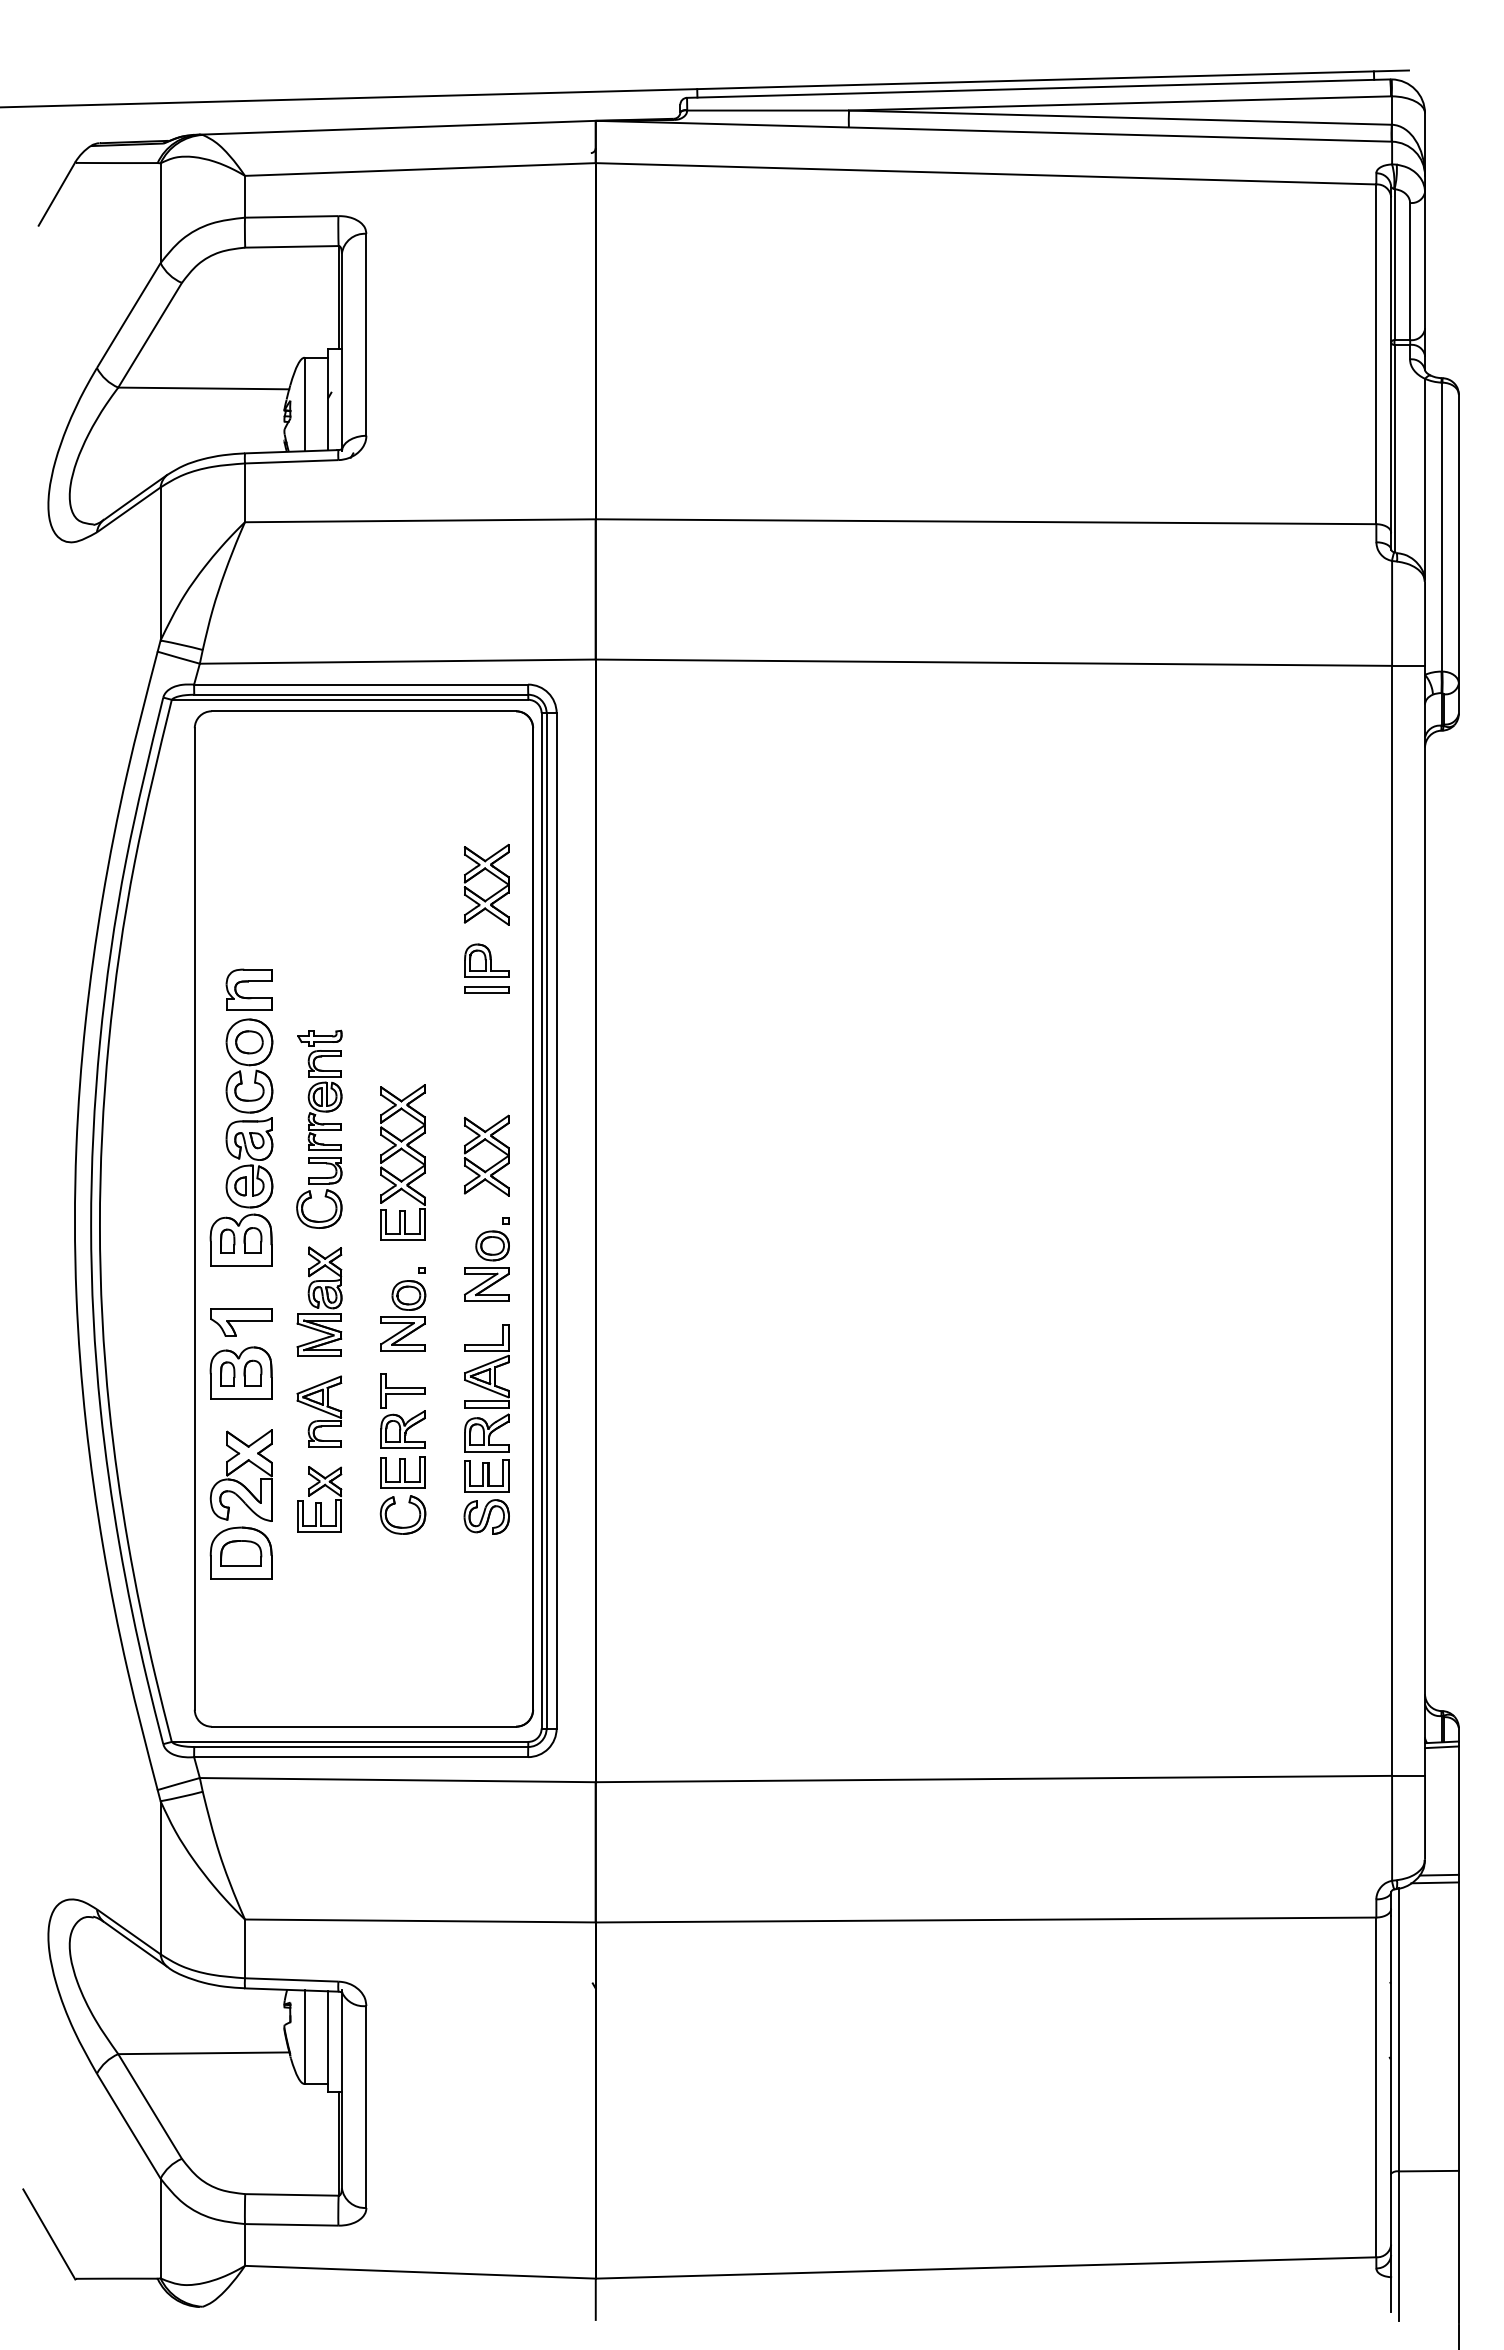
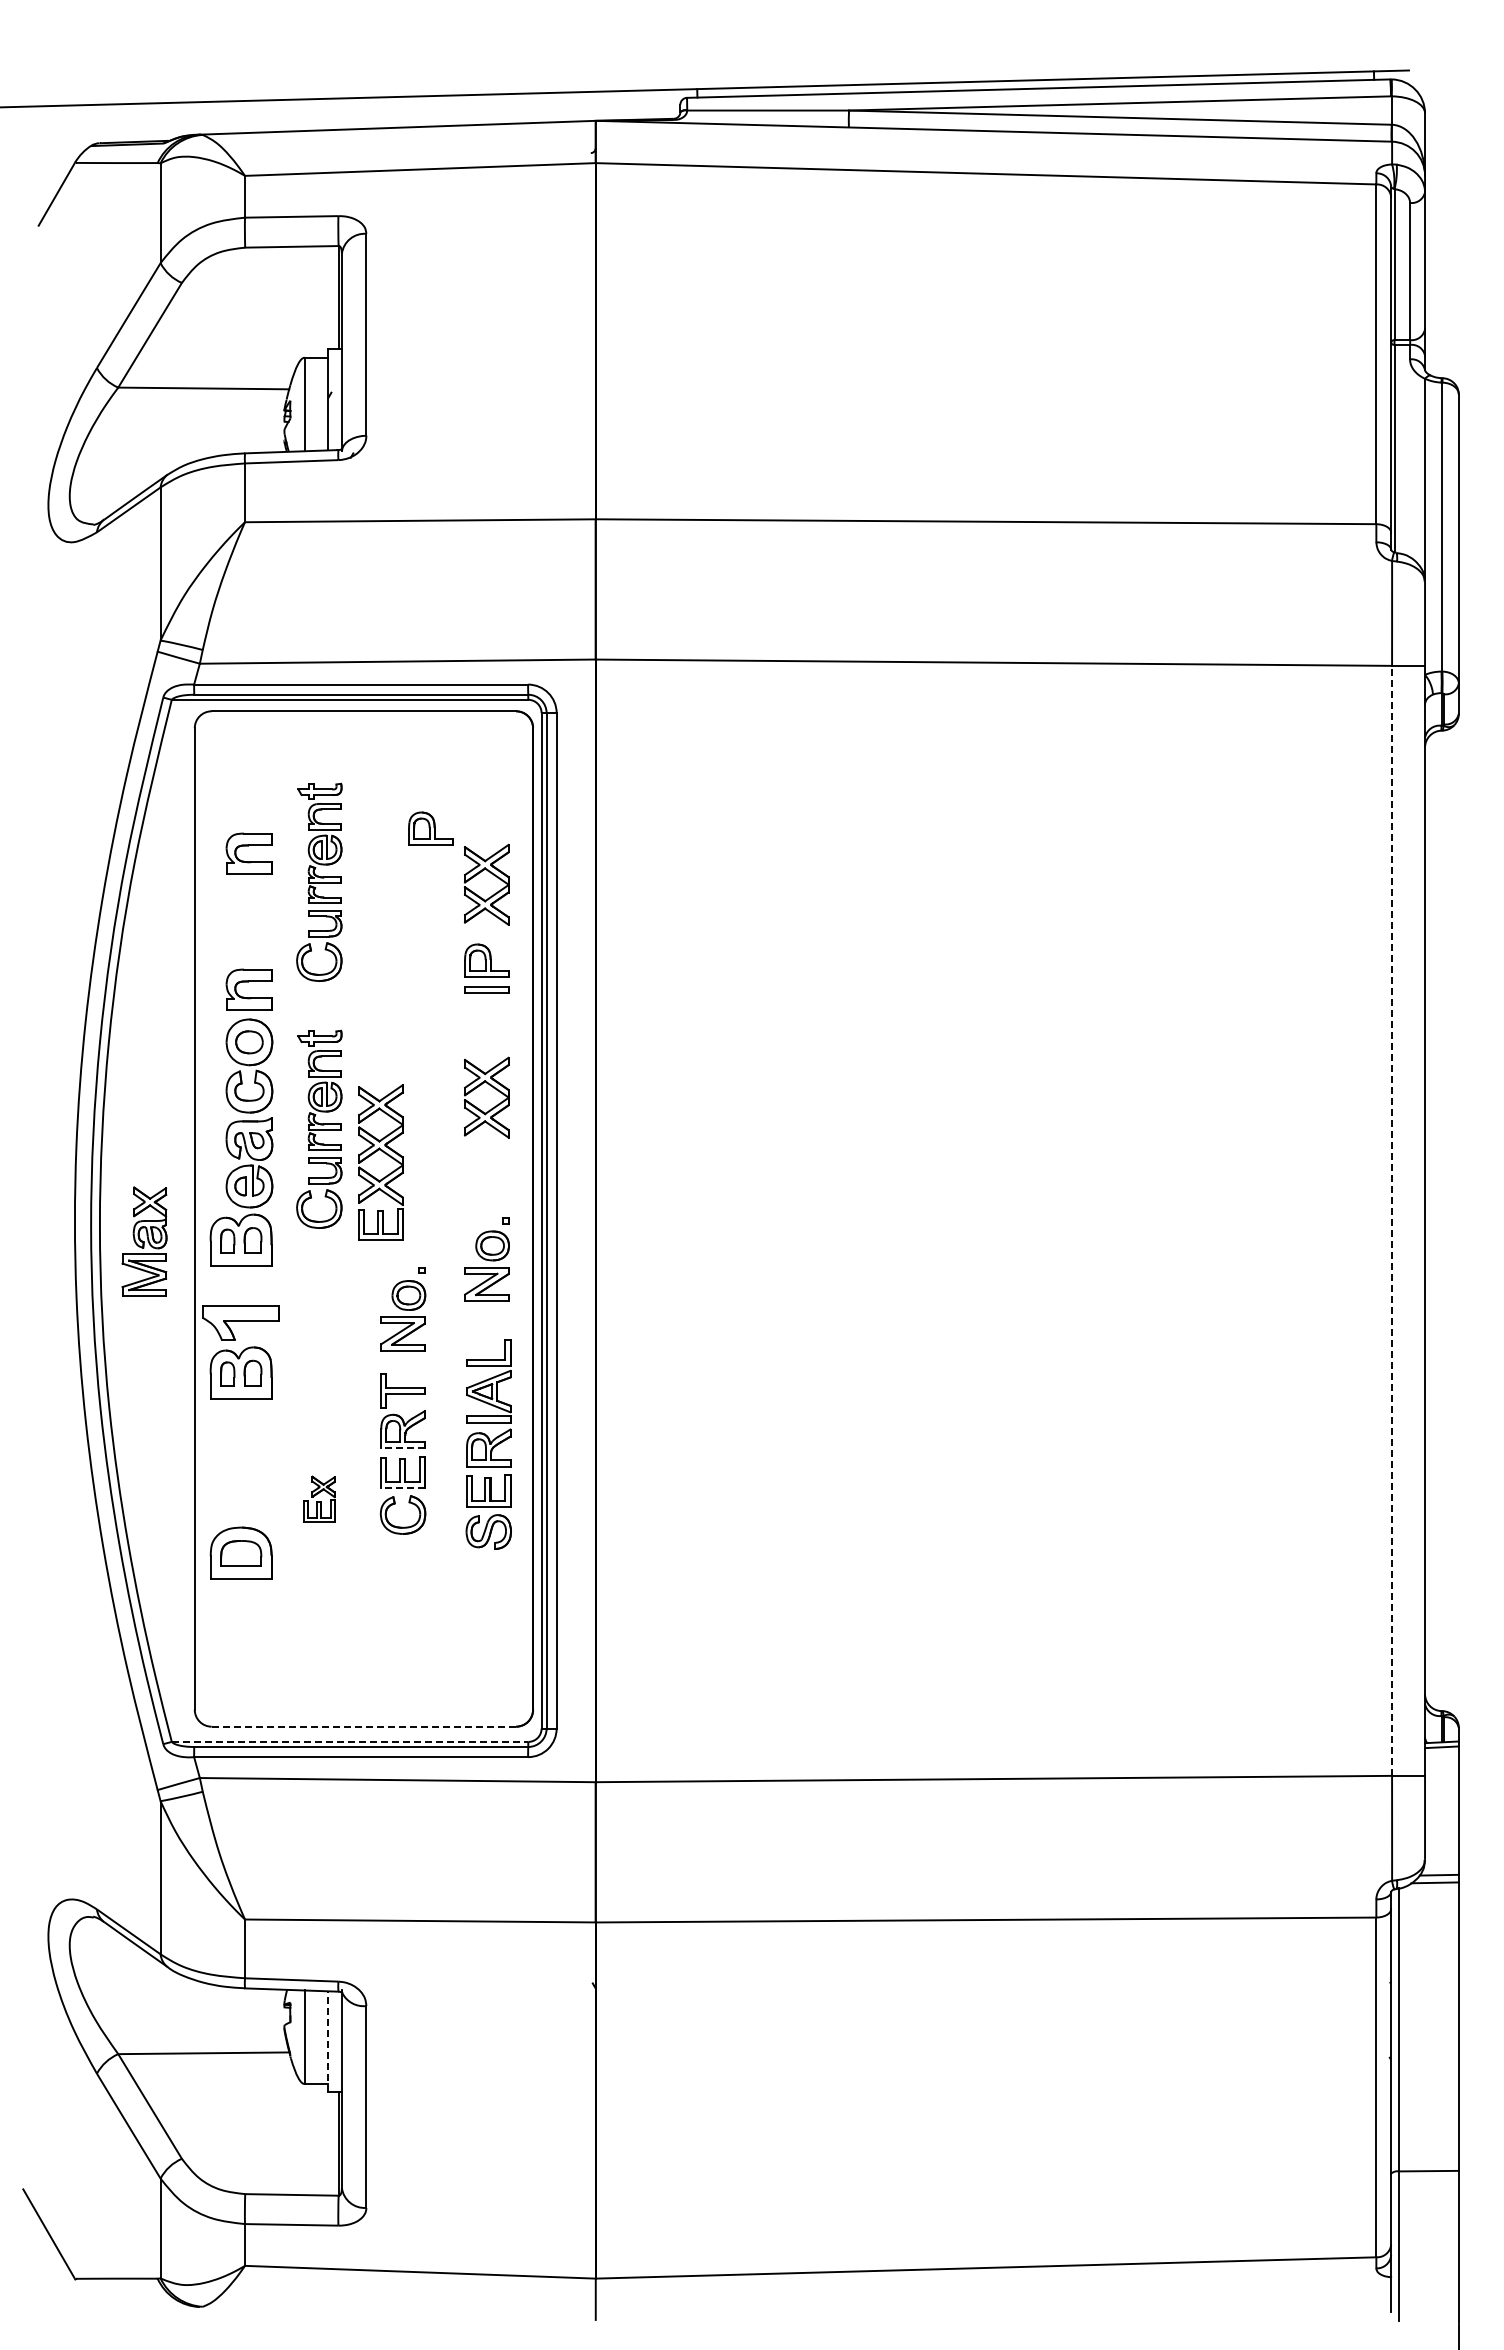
part at (430, 828): none -> present
part at (248, 846): none -> present
part at (319, 881): none -> present
part at (493, 1146) position: (493, 1146) -> (493, 1088)
part at (407, 1154) position: (407, 1154) -> (385, 1154)
line at (1392, 1220): solid -> dashed
part at (319, 1301) position: (319, 1301) -> (144, 1241)
part at (241, 1322) size: 63x29 px -> 78x36 px
part at (319, 1411): present -> none
part at (486, 1429) position: (486, 1429) -> (488, 1444)
line at (403, 1448): solid -> dashed
part at (240, 1475): present -> none
line at (403, 1488): solid -> dashed
part at (319, 1499) size: 46x67 px -> 33x48 px
line at (364, 1726): solid -> dashed
line at (350, 1741): solid -> dashed
line at (328, 2041): solid -> dashed
